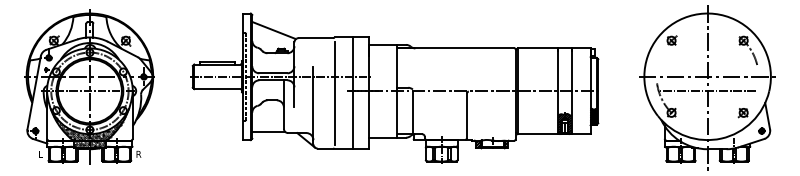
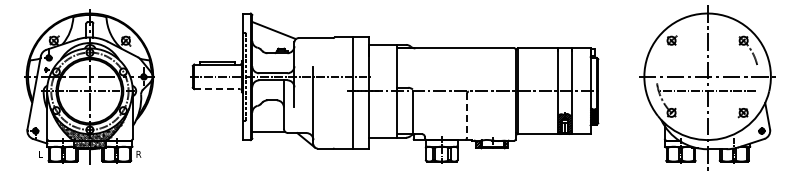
line at (217, 89): solid -> dashed
line at (334, 92): present -> none
line at (467, 116): solid -> dashed
